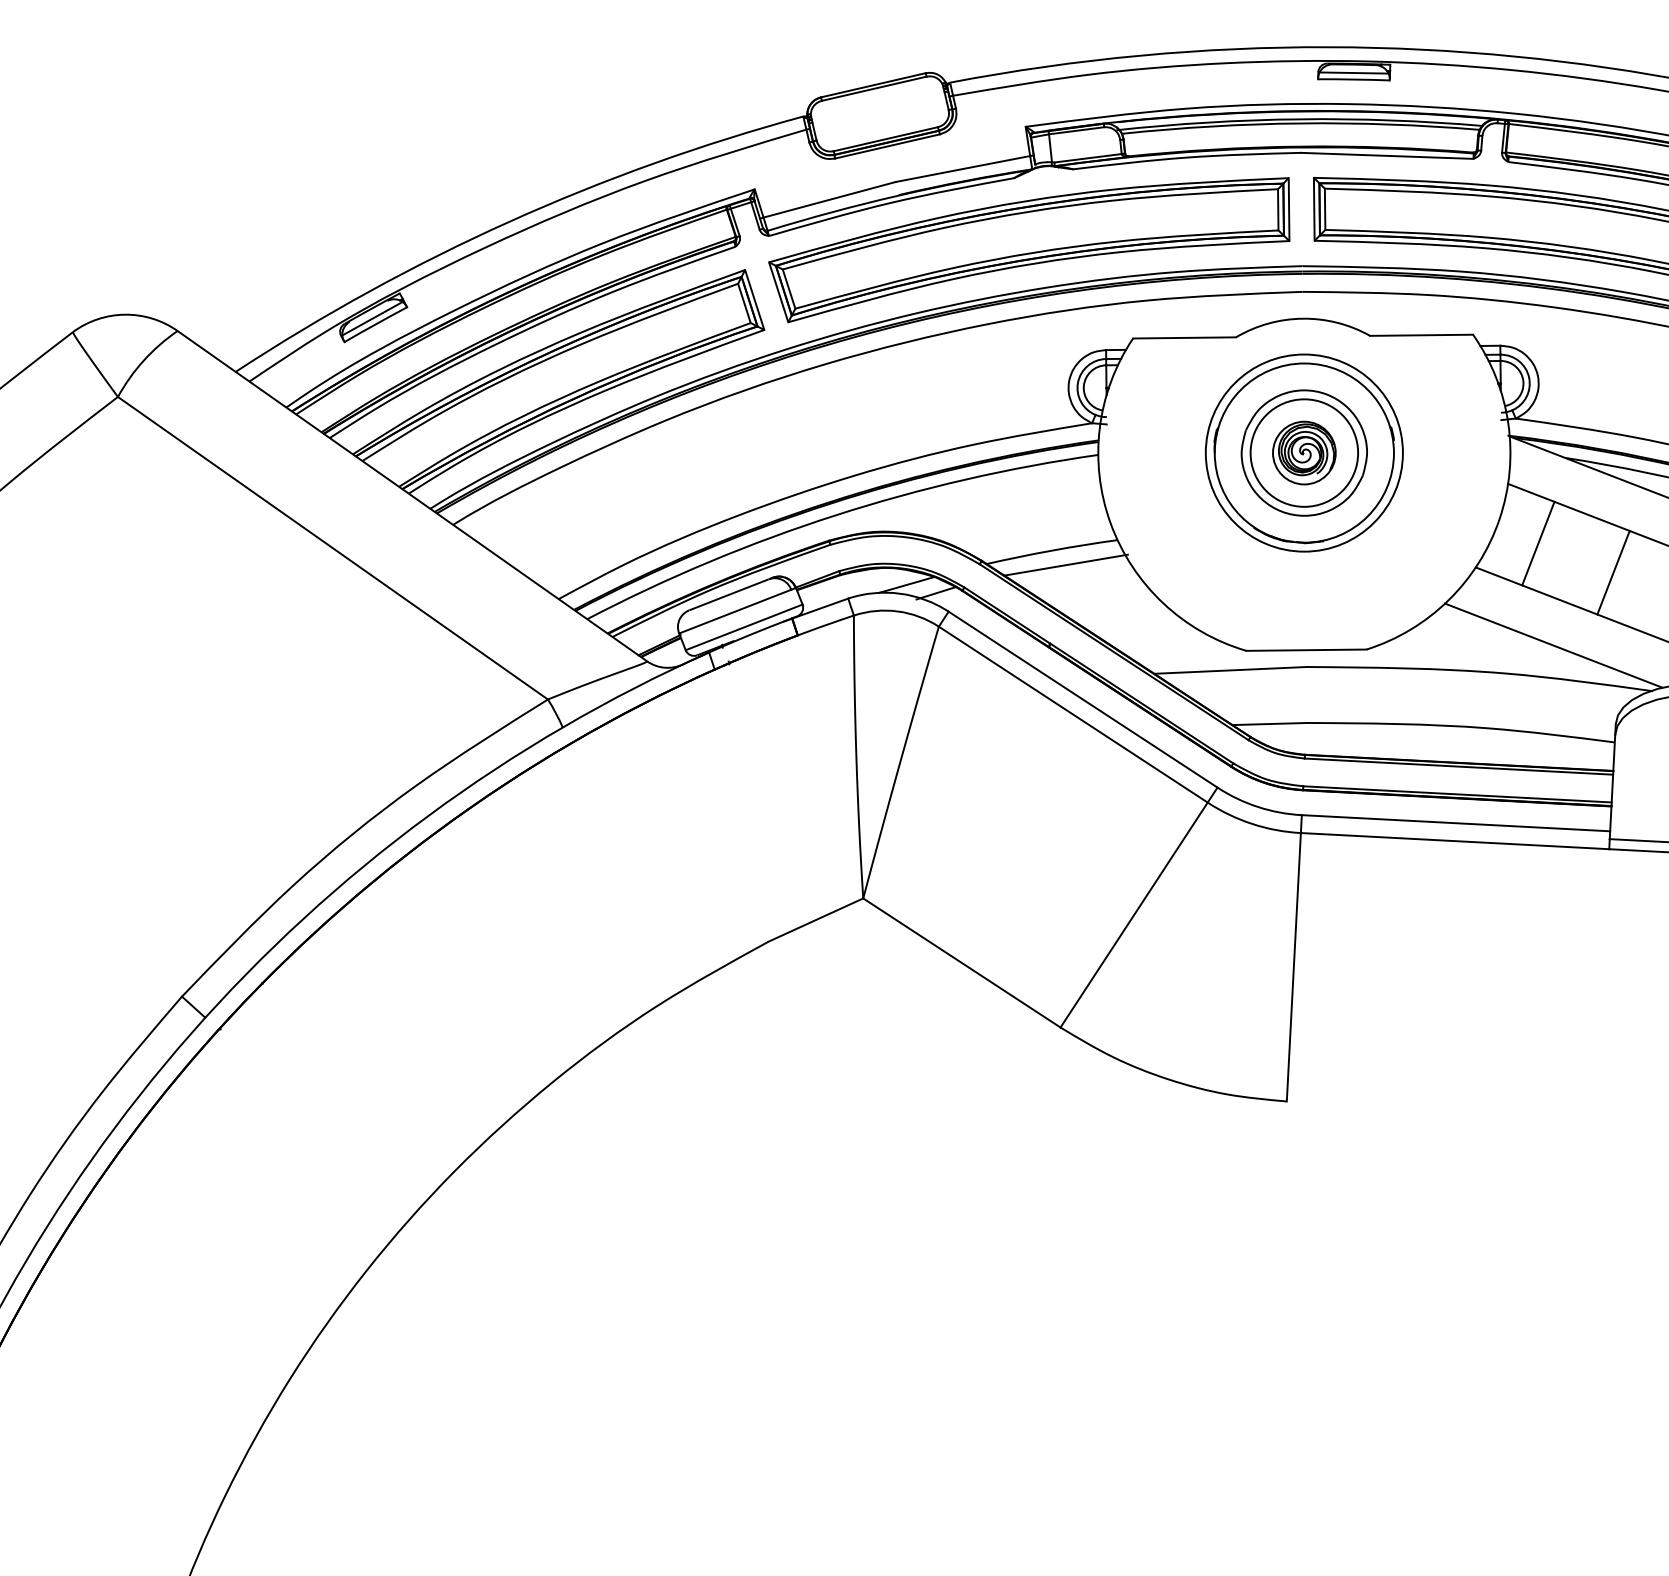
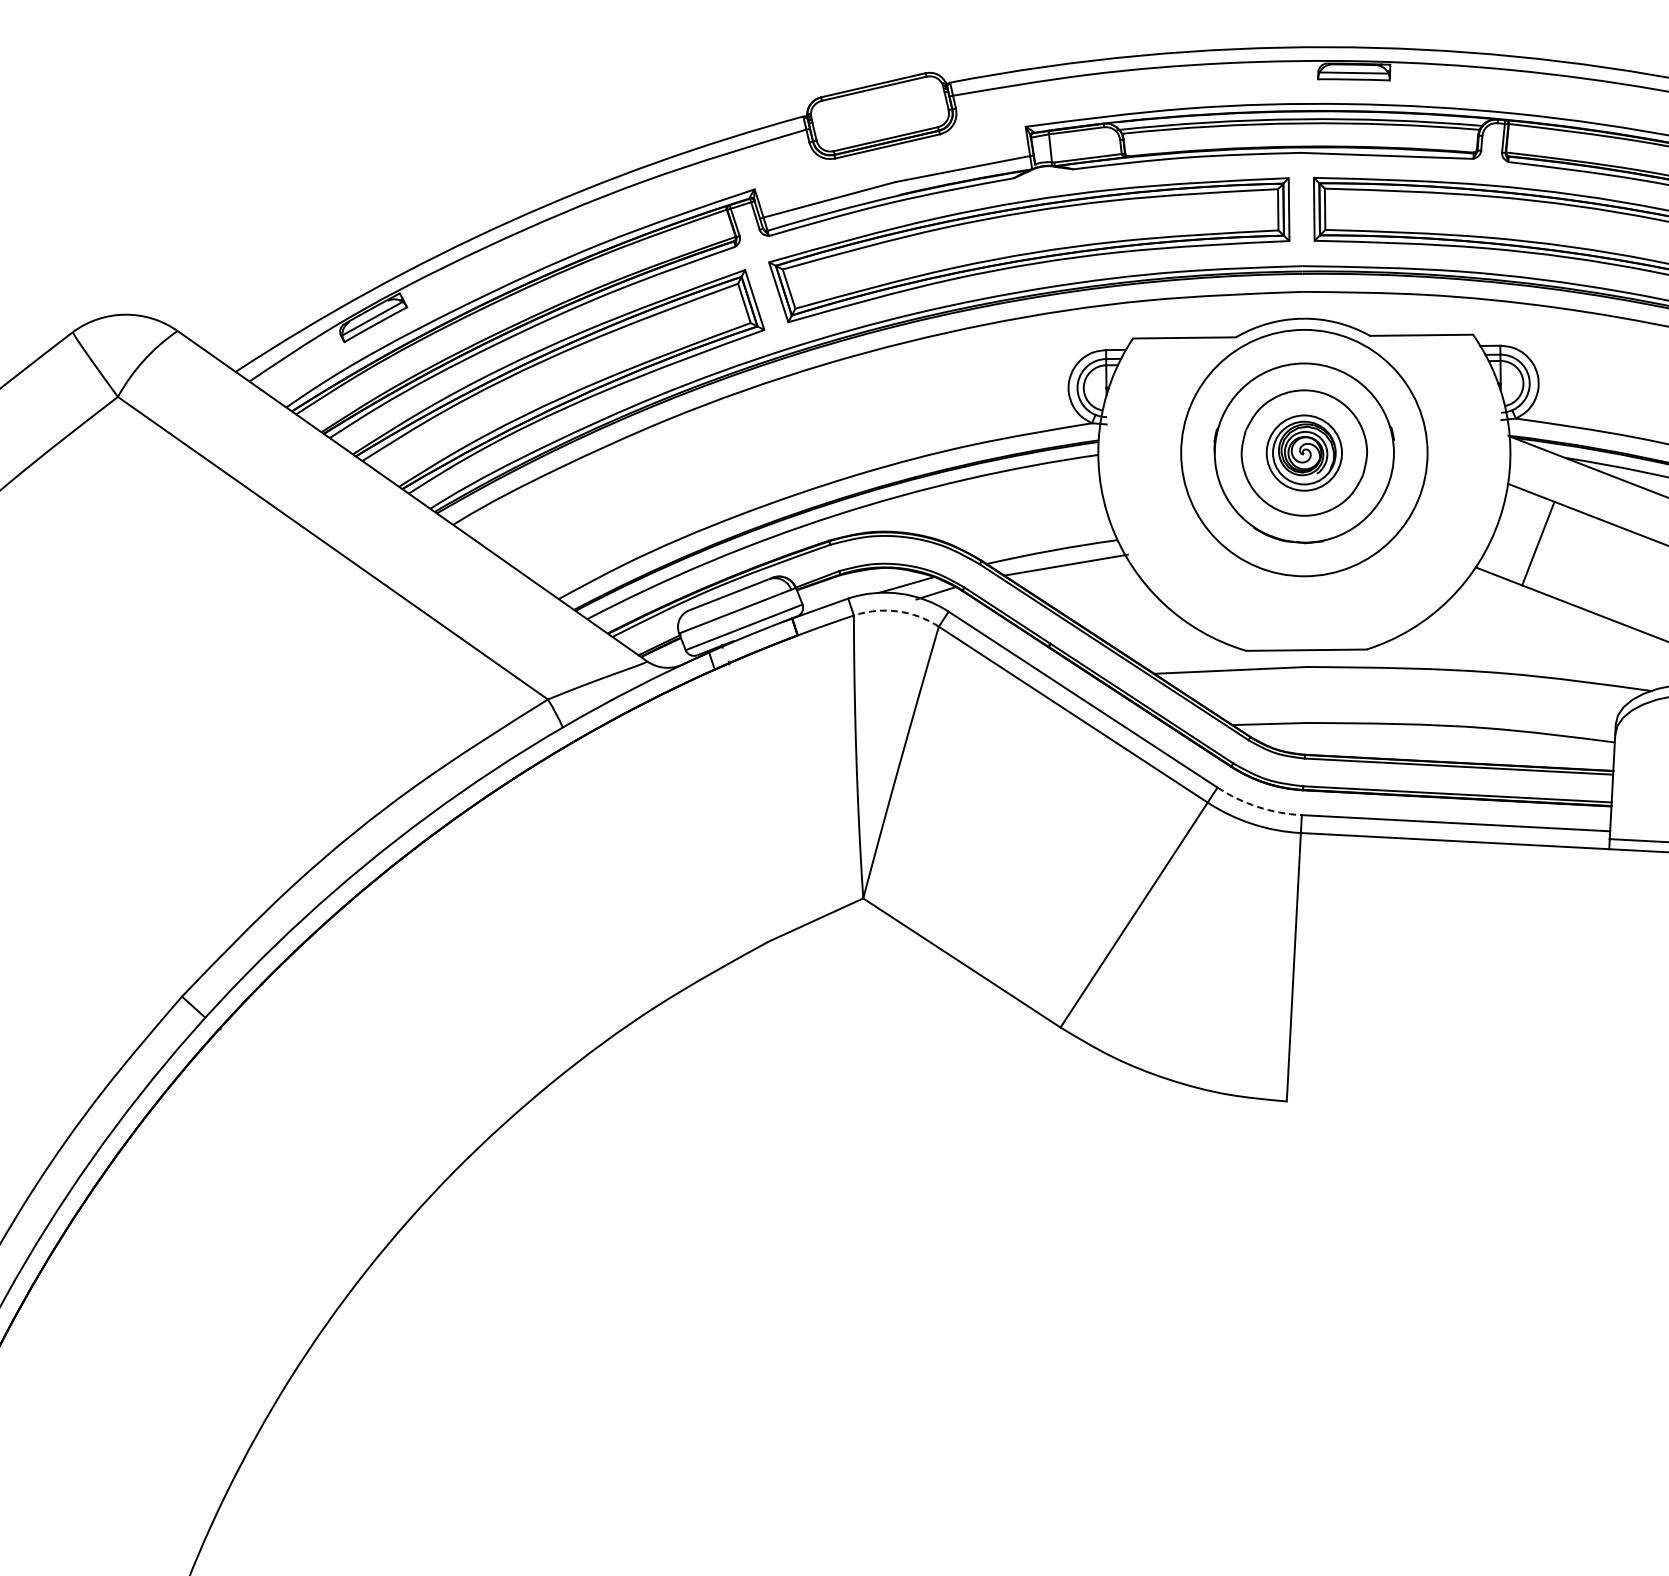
circle at (1303, 452) diameter: 197 px -> 246 px
circle at (1304, 452) diameter: 108 px -> 75 px
line at (1613, 572): present -> none
arc at (897, 611): solid -> dashed
line at (1553, 645): present -> none
arc at (1257, 806): solid -> dashed
